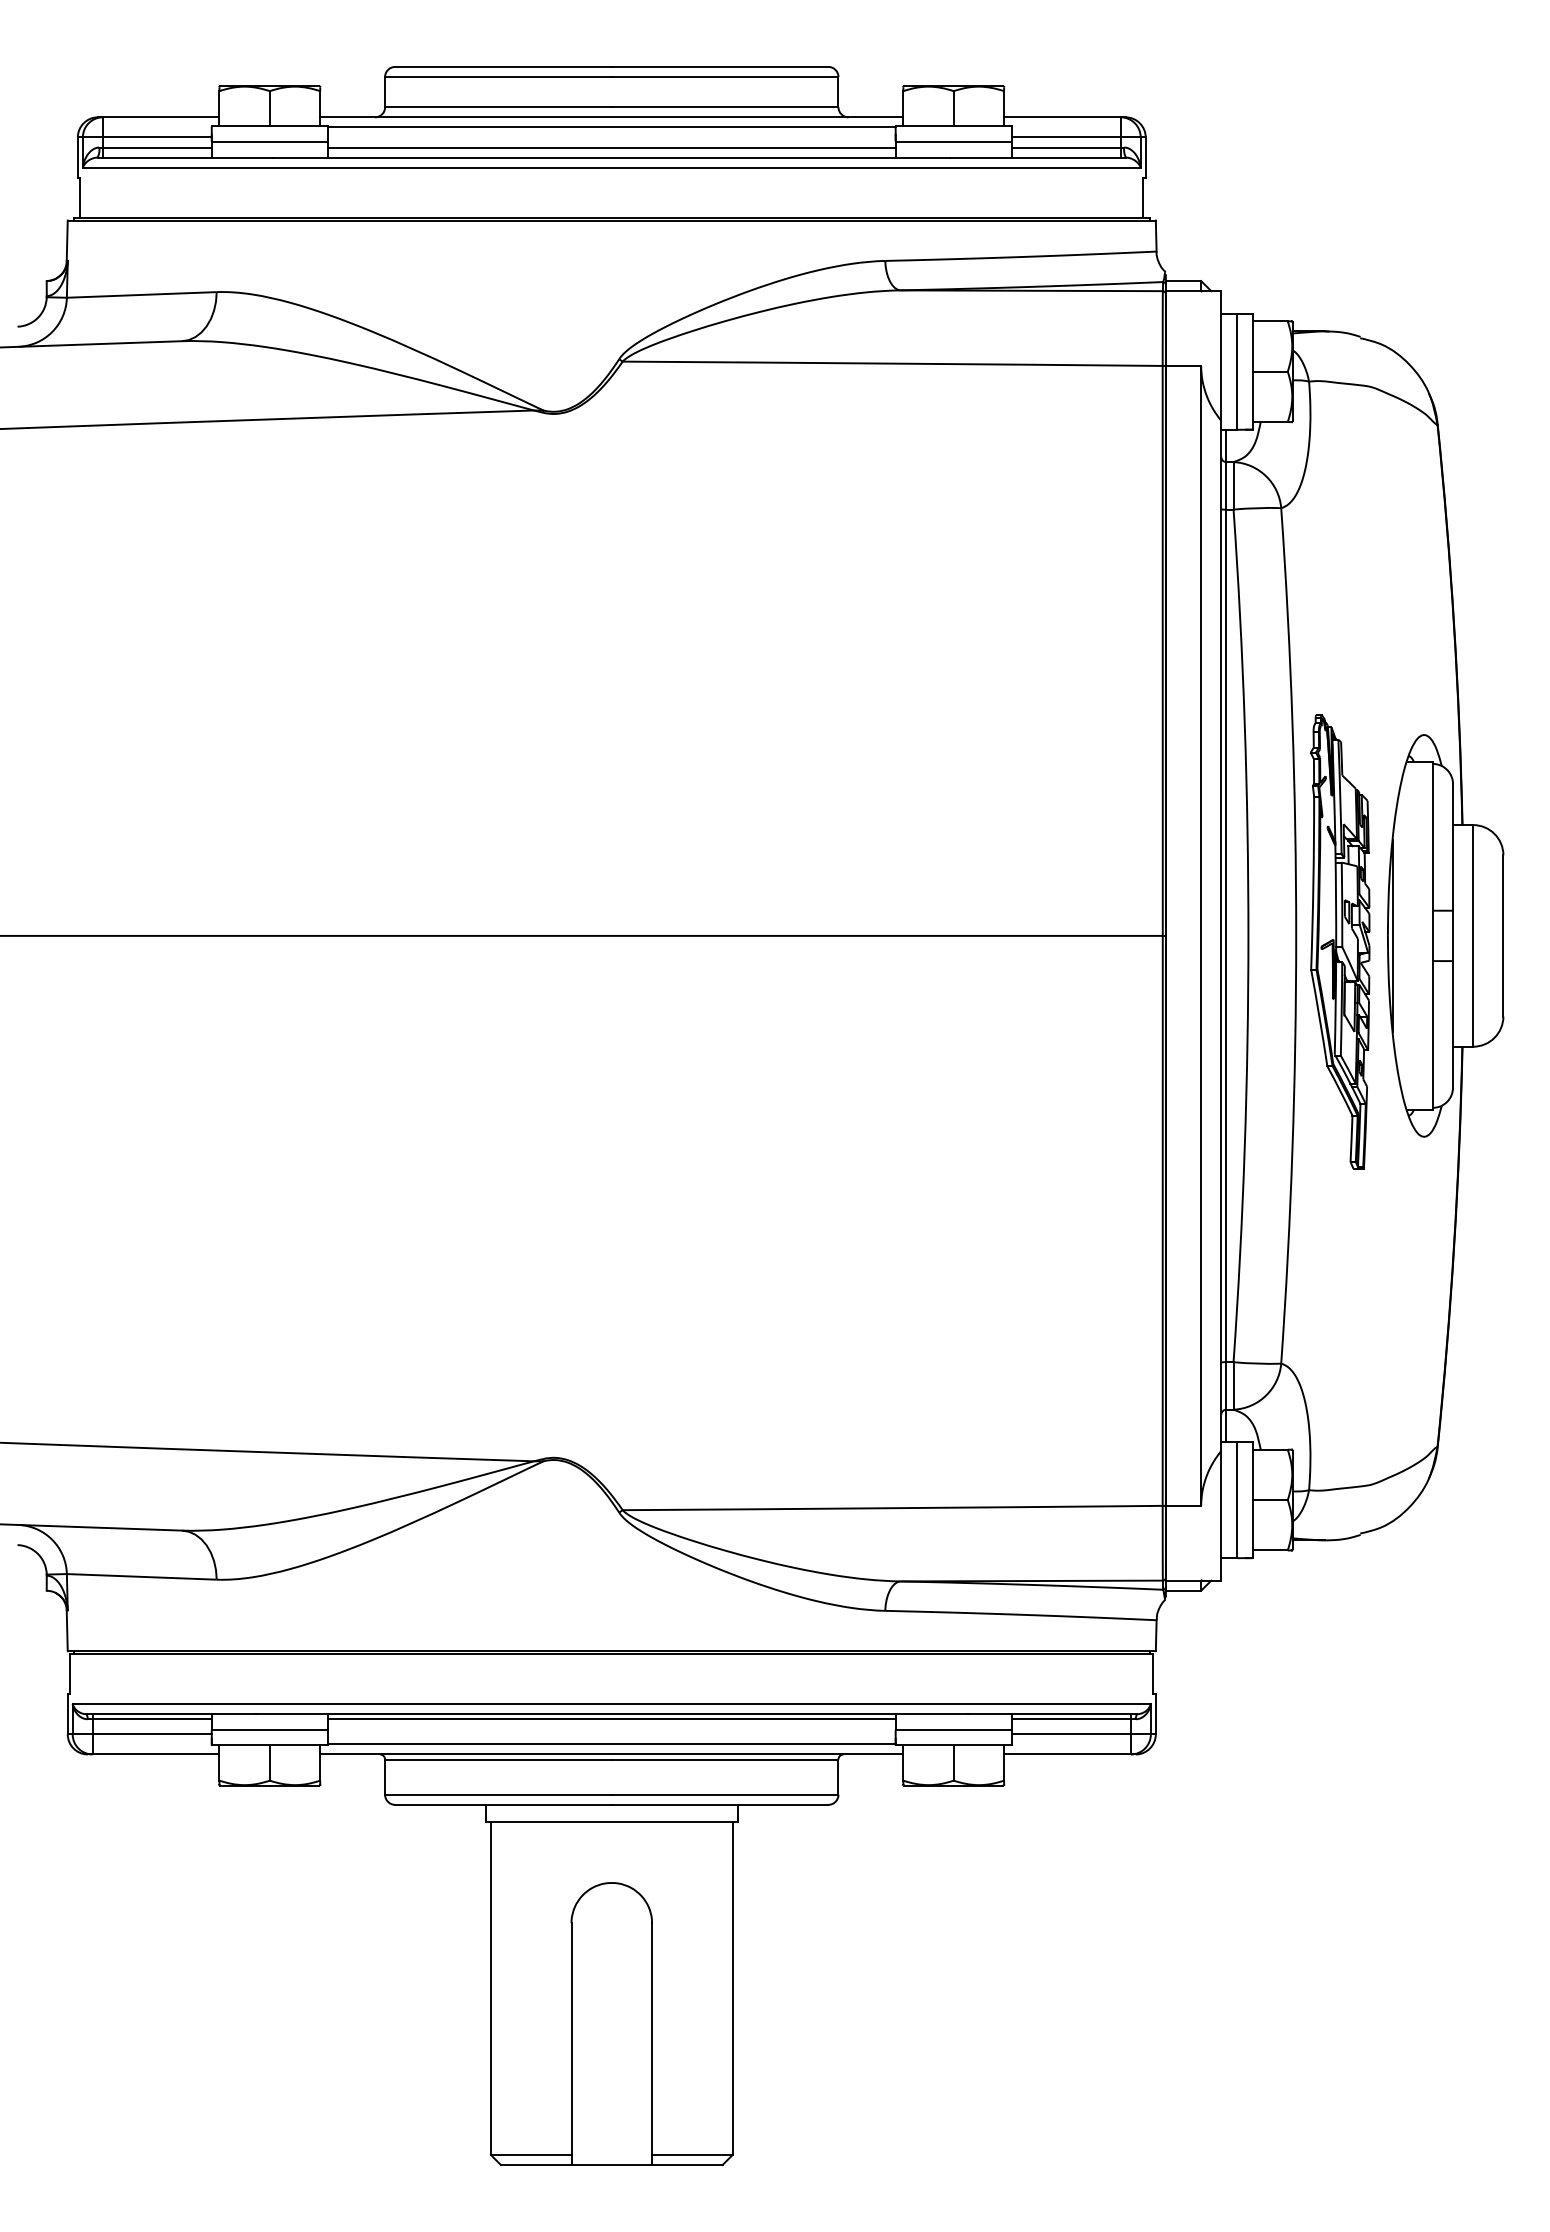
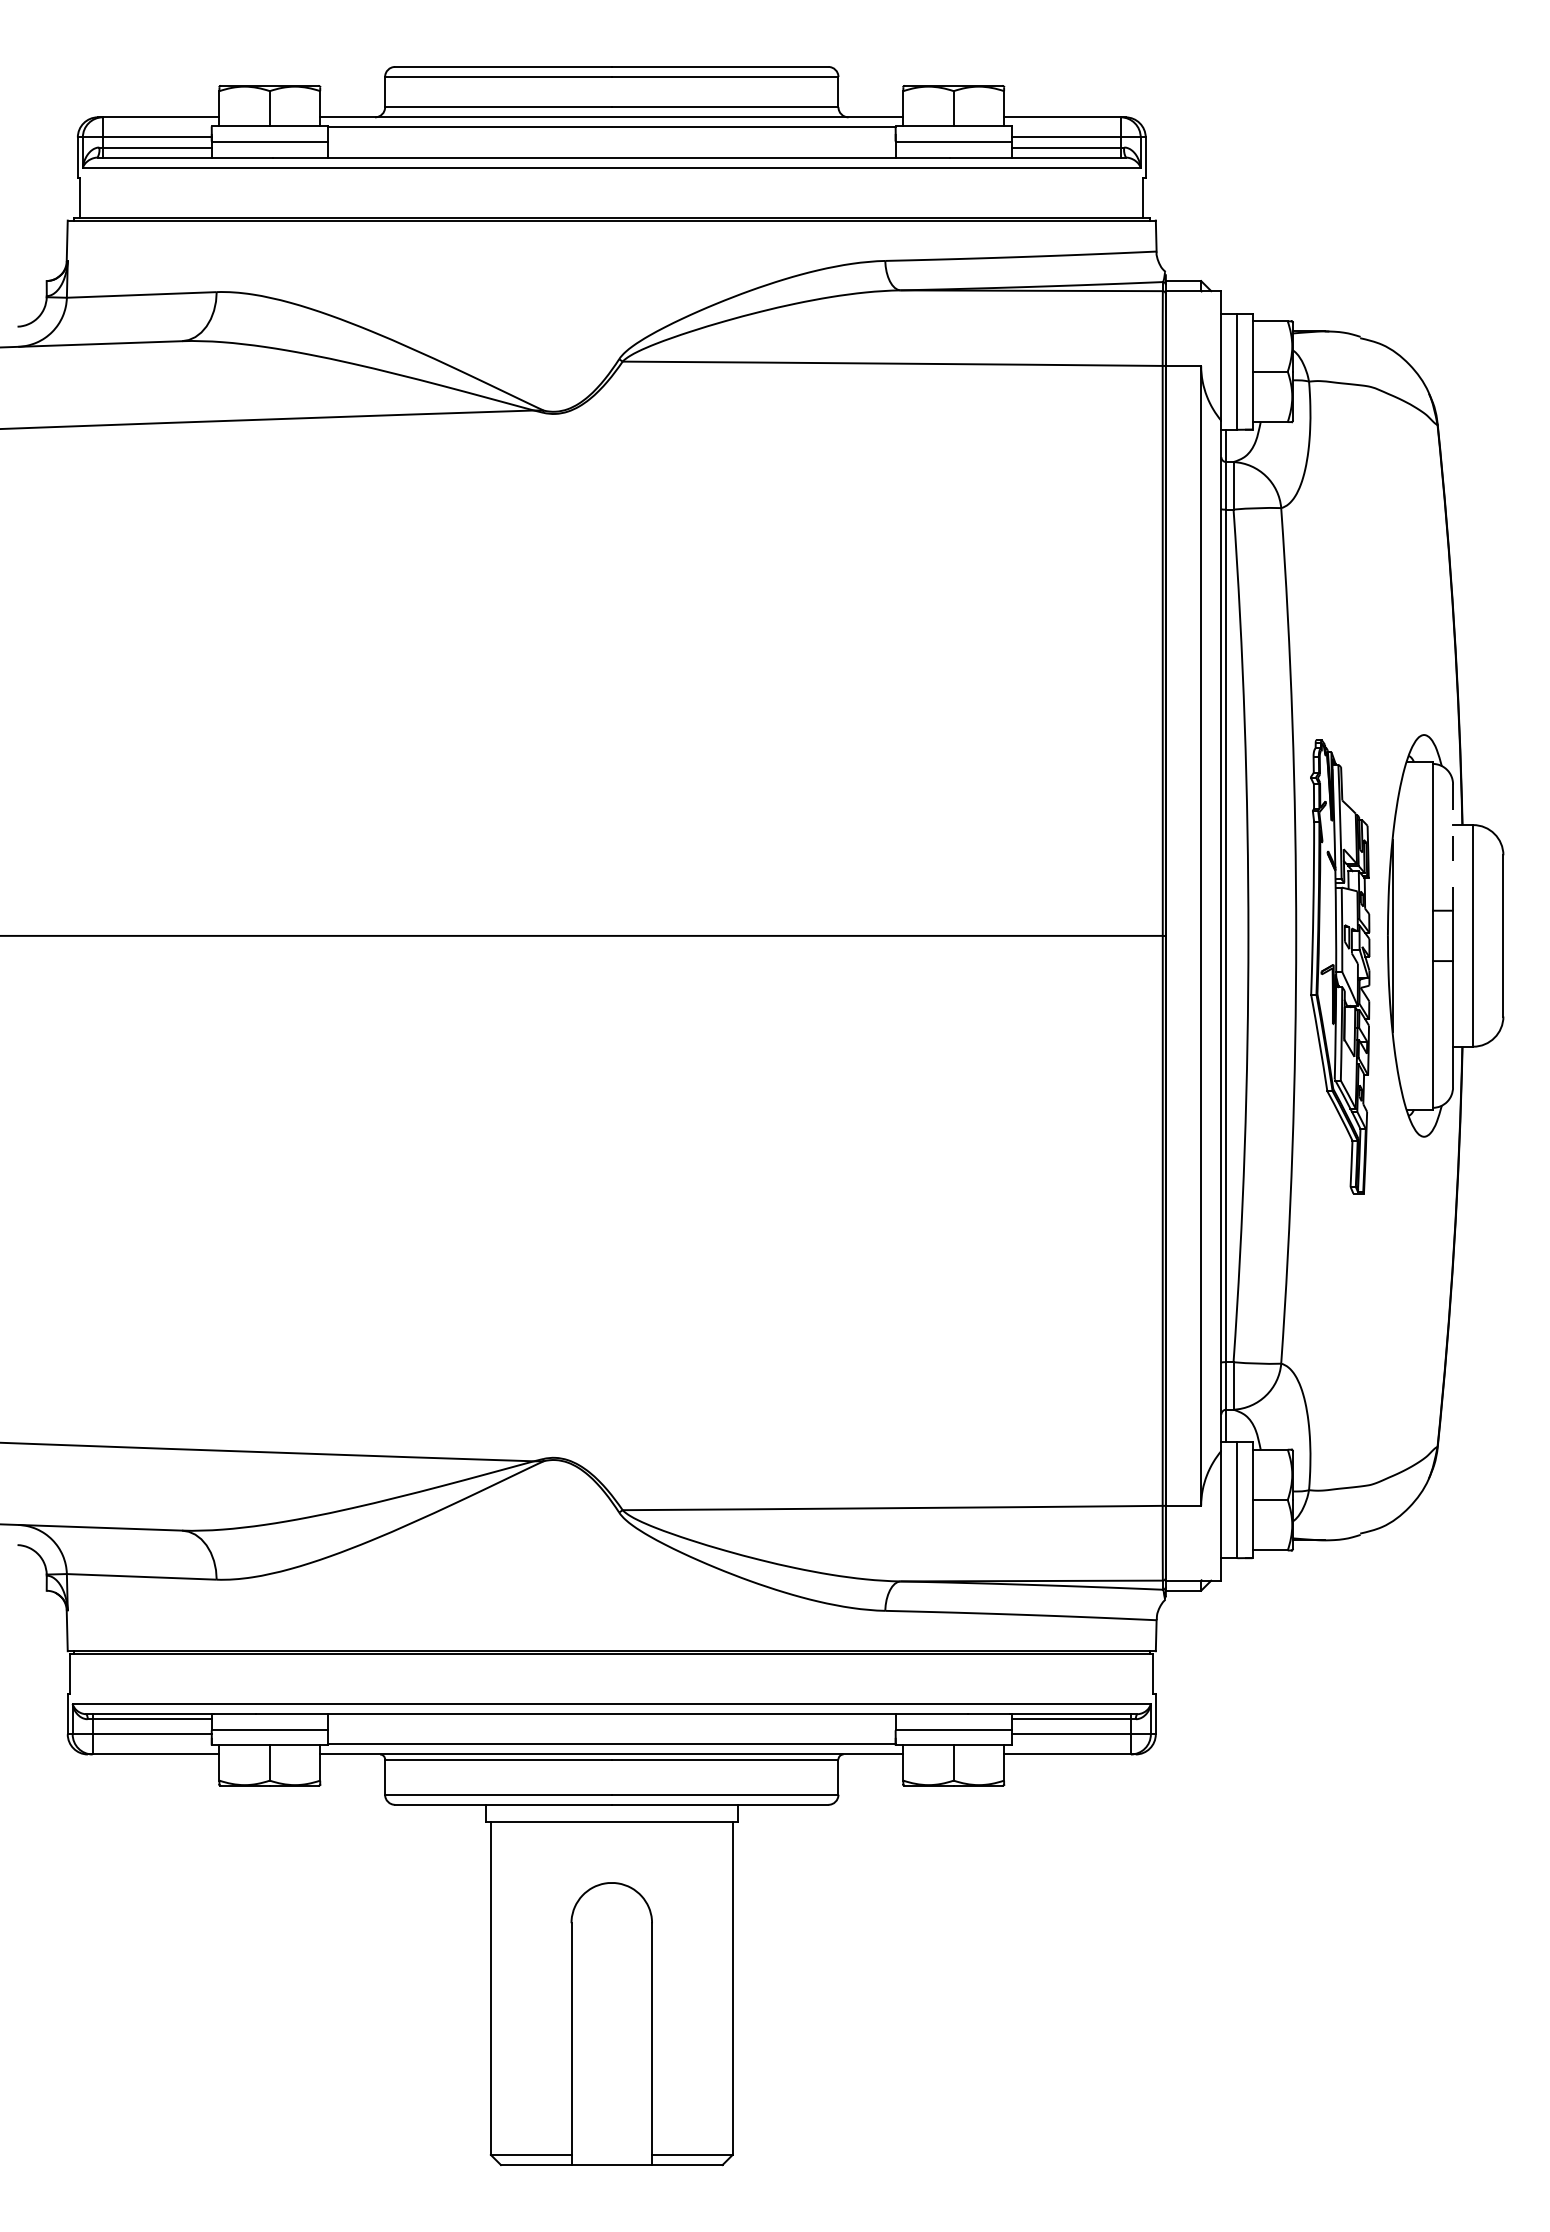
line at (611, 147): present -> none
line at (1453, 848): solid -> dashed
part at (1340, 941) position: (1340, 941) -> (1340, 966)
line at (611, 1719): present -> none
